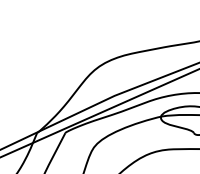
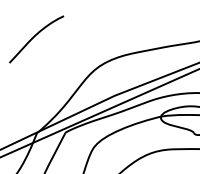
curve at (34, 37): none -> present
